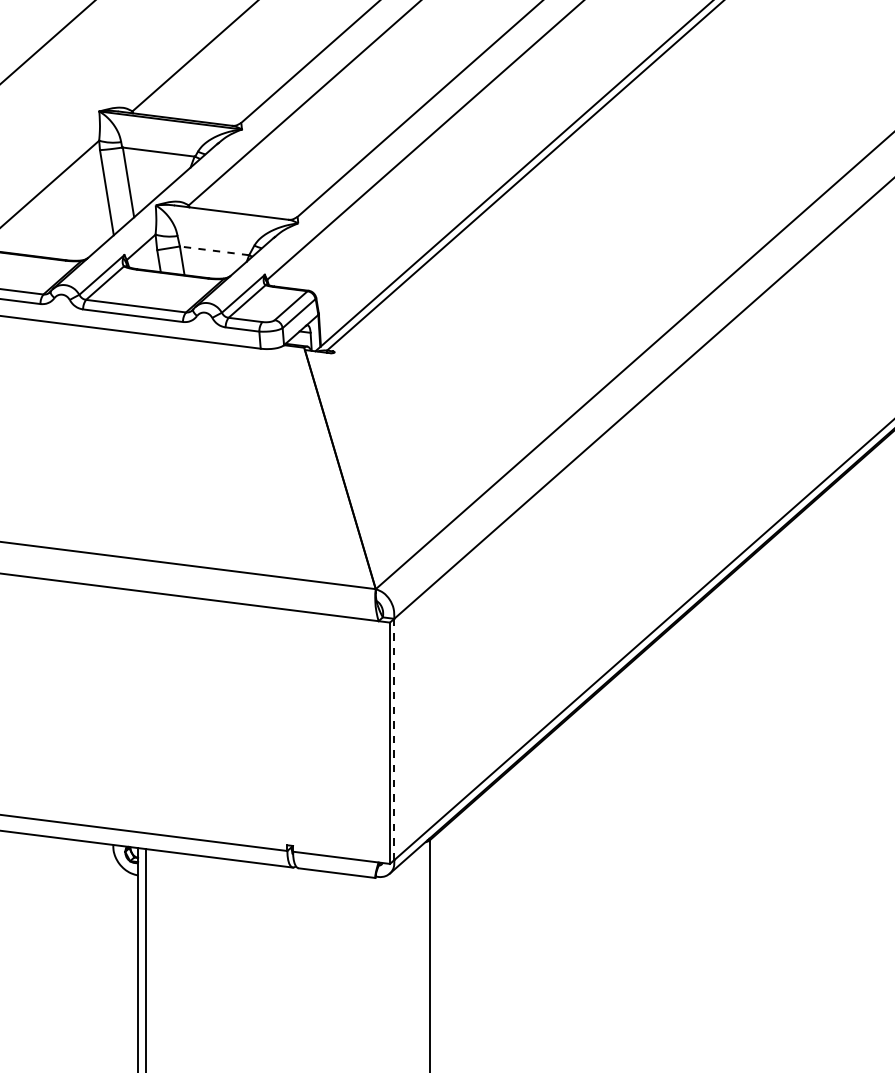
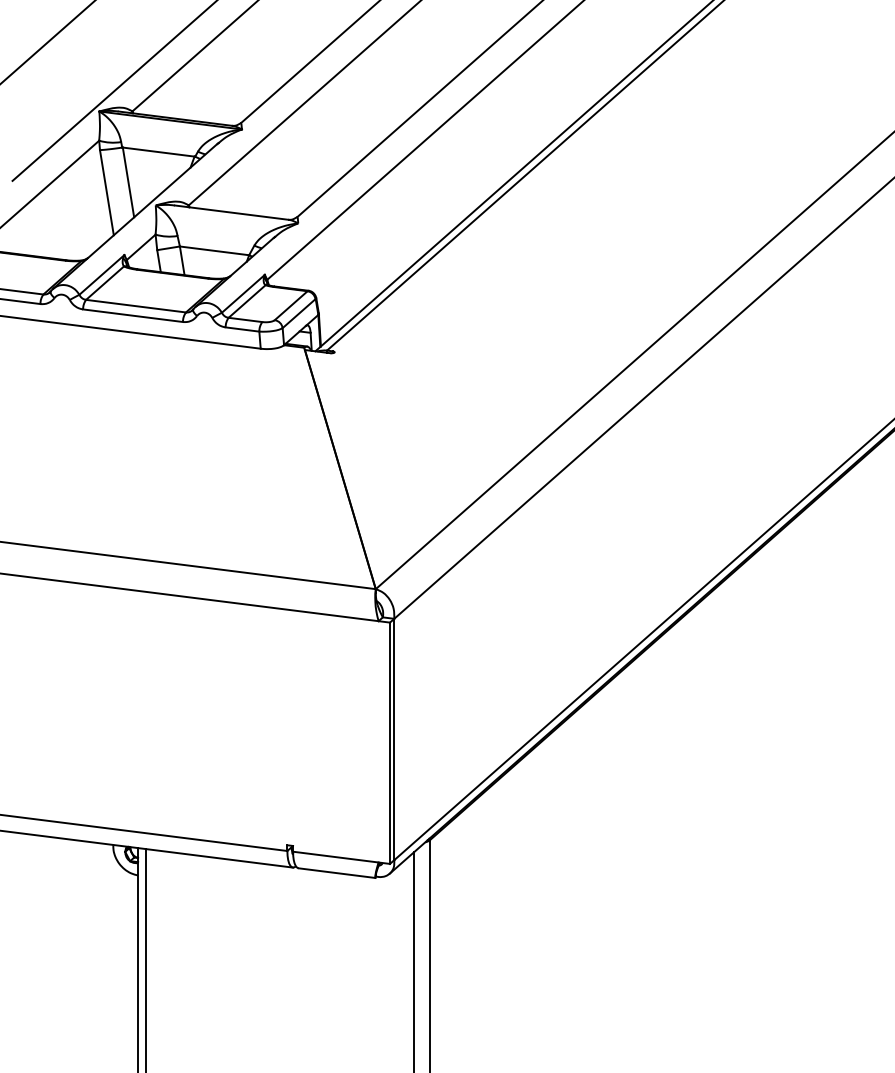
line at (113, 91): none -> present
line at (214, 250): dashed -> solid
line at (394, 739): dashed -> solid
line at (413, 960): none -> present
